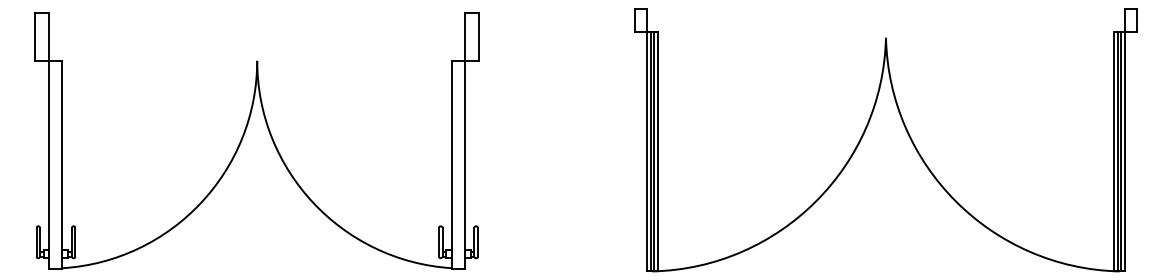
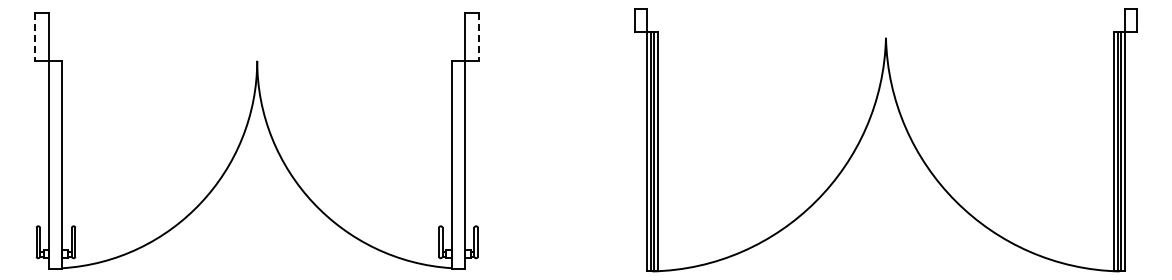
line at (35, 37): solid -> dashed
line at (479, 37): solid -> dashed
